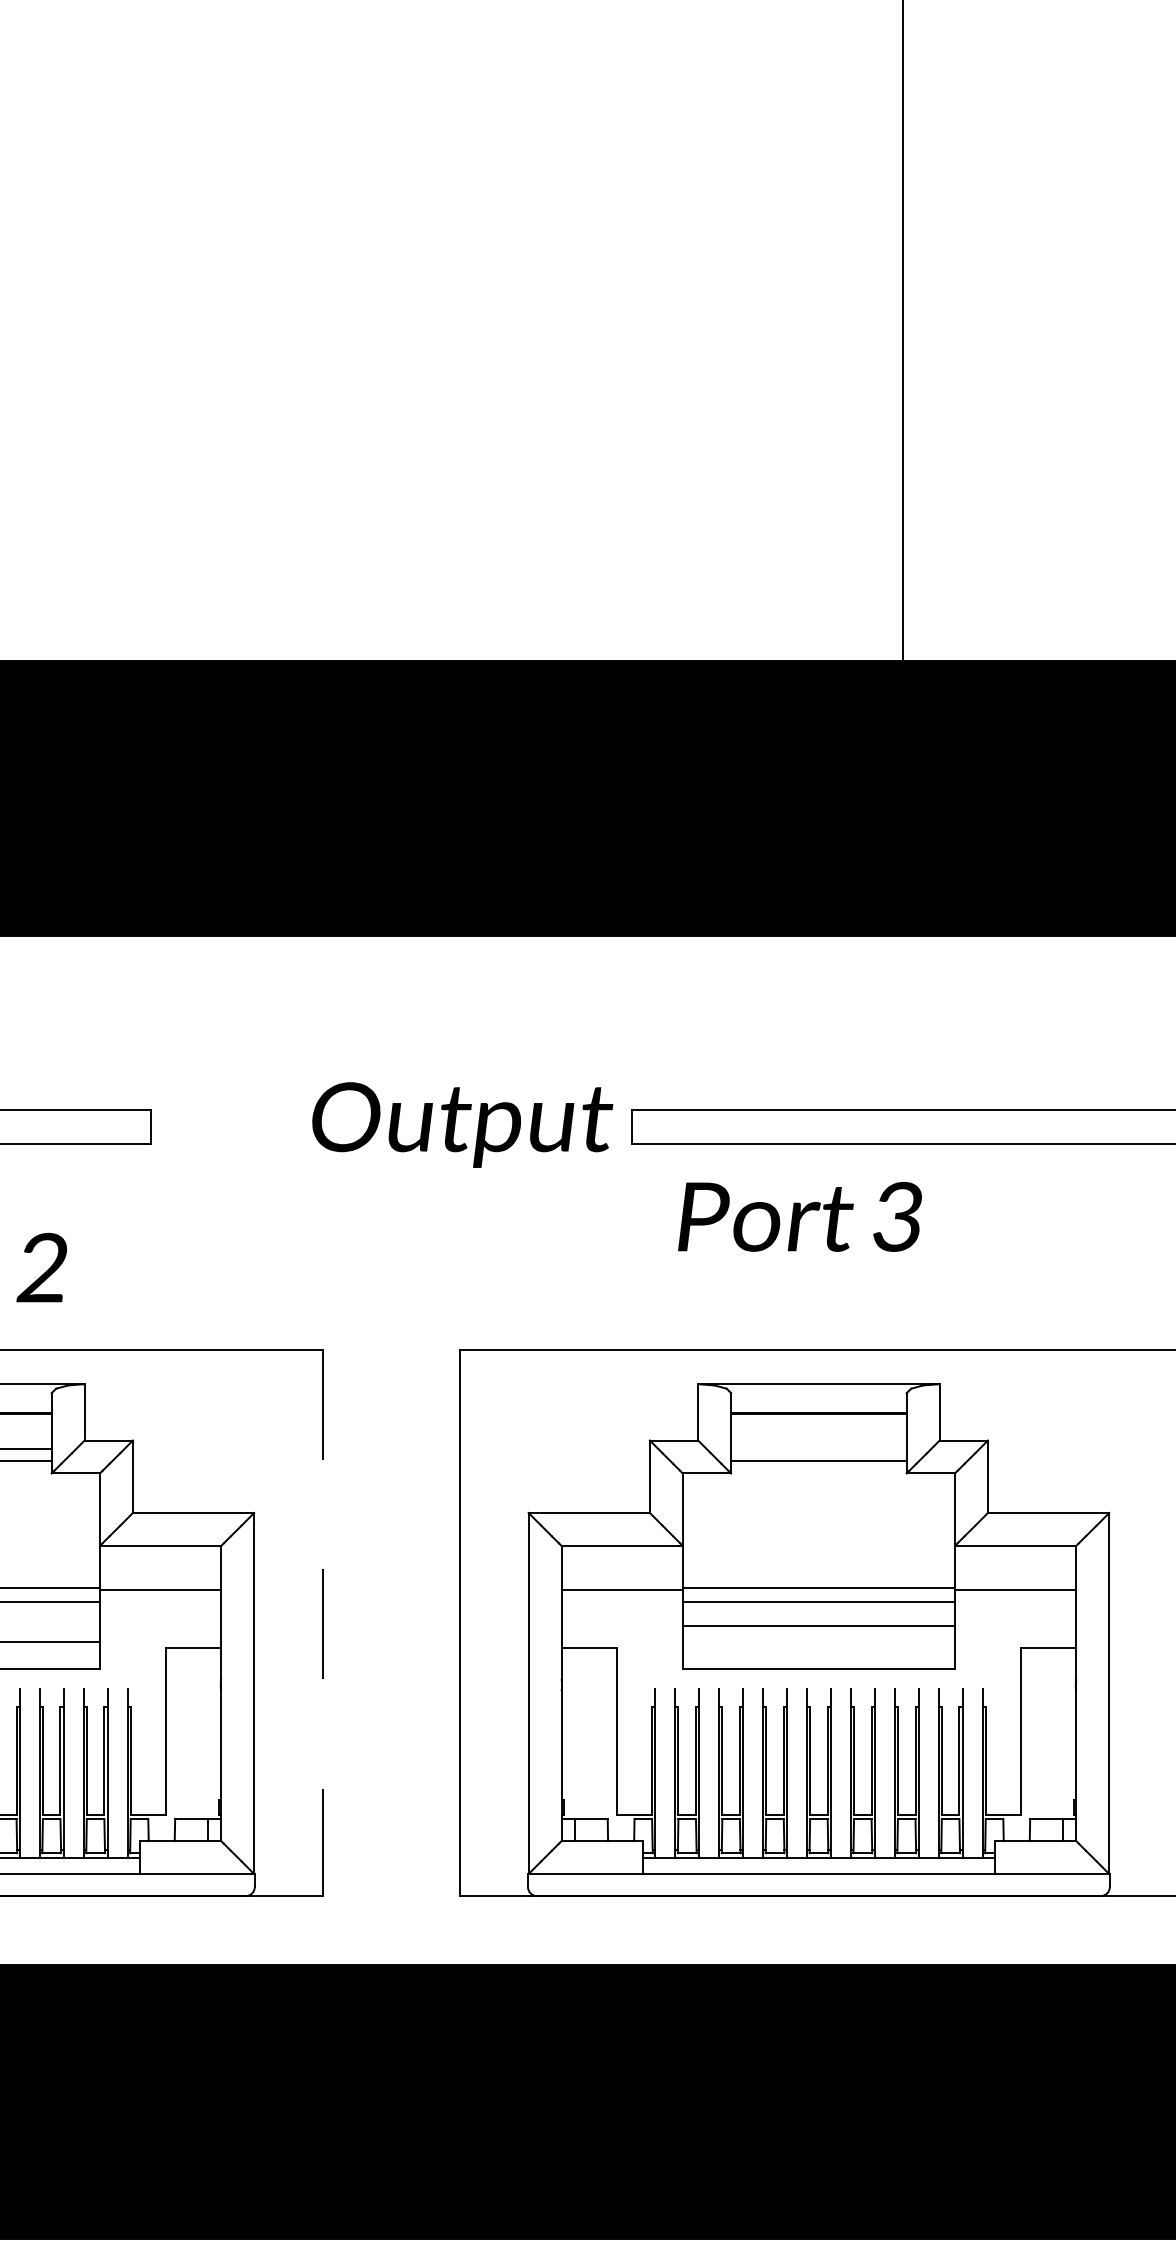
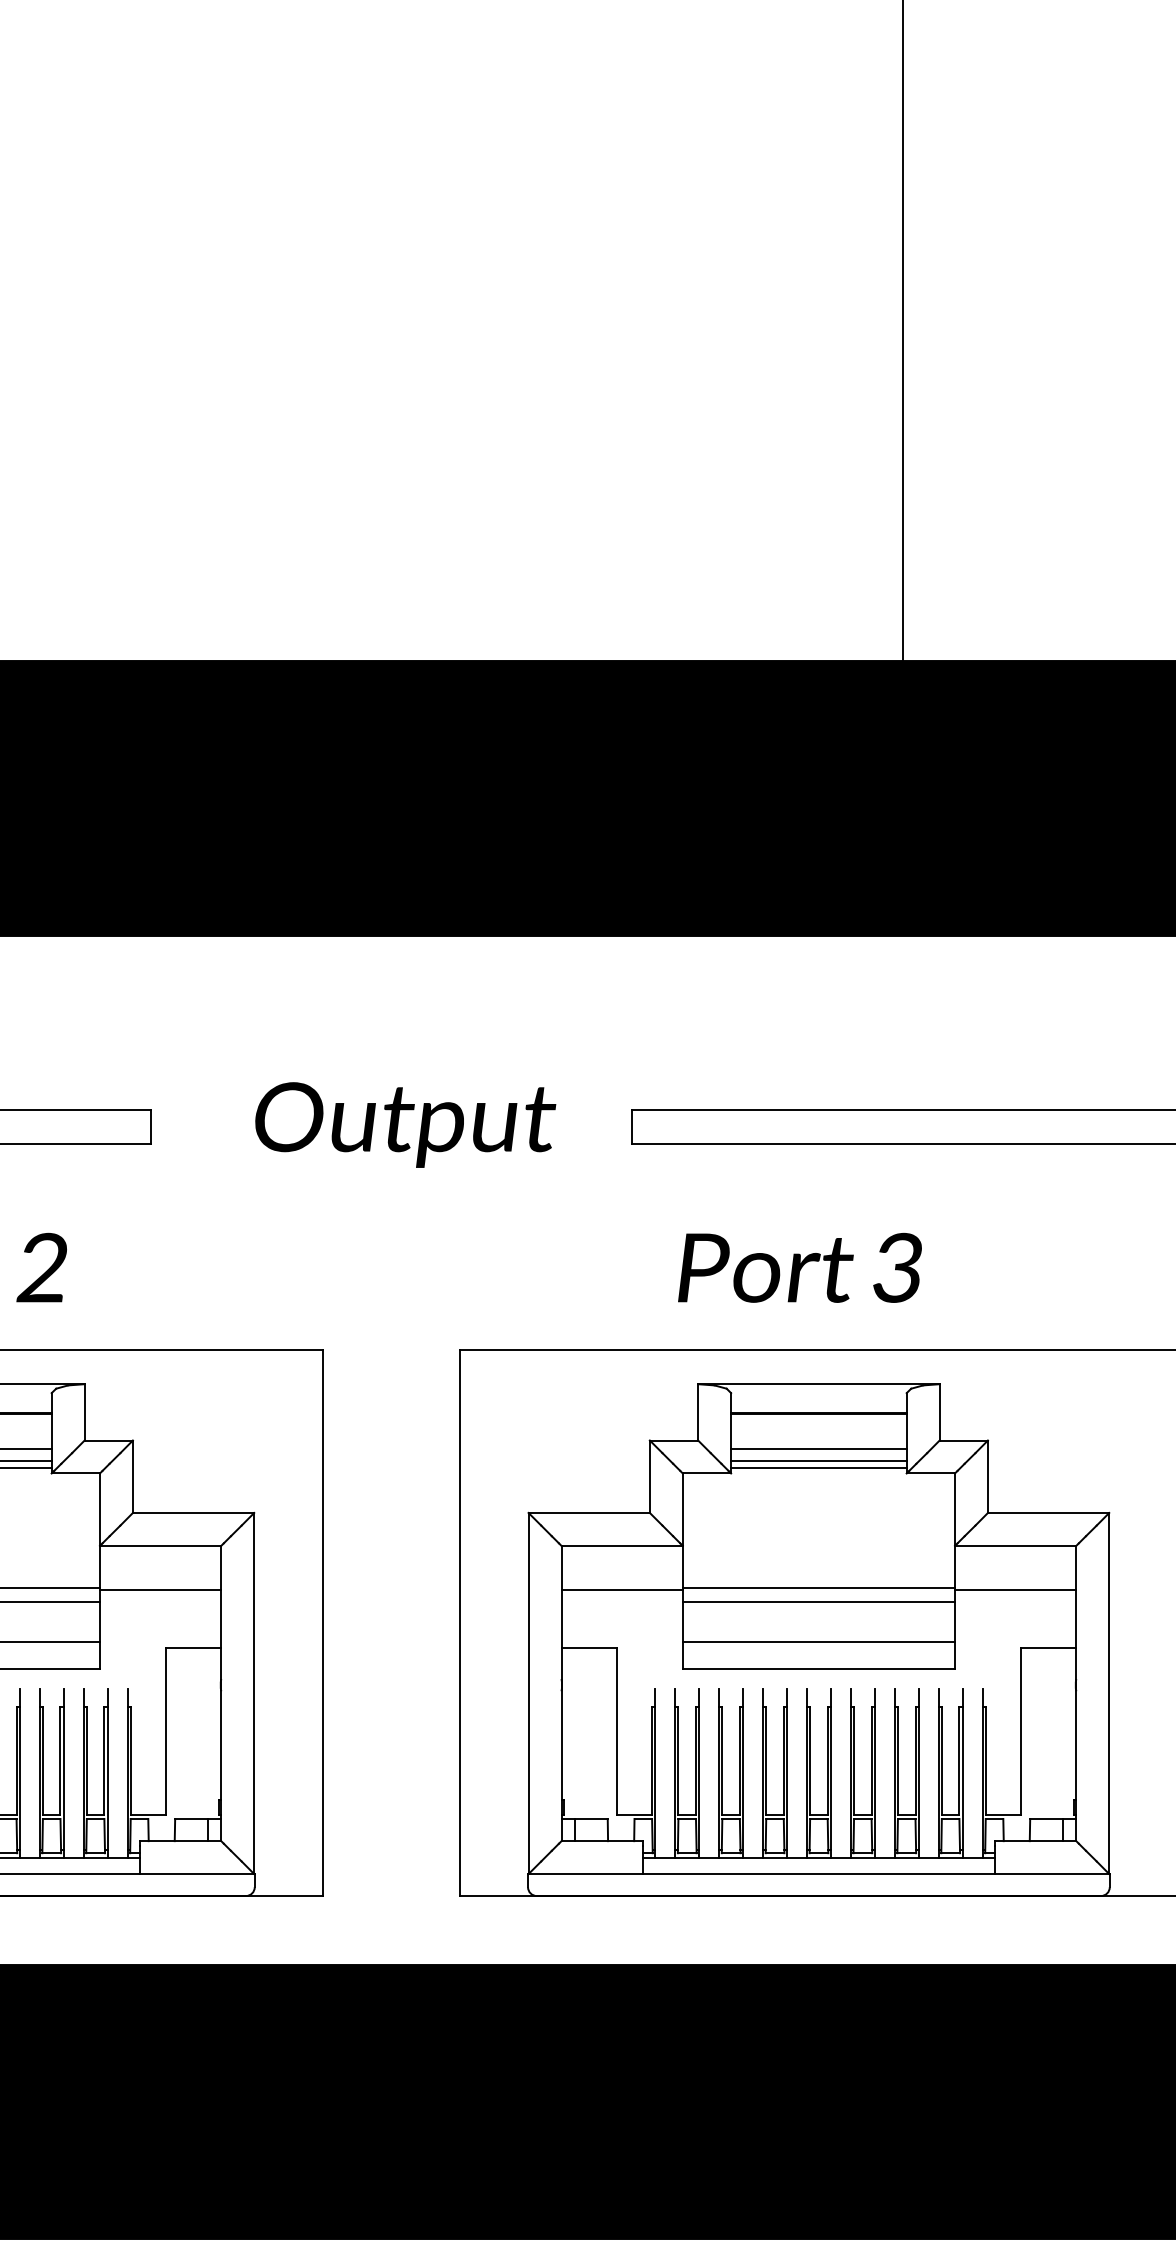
text at (462, 1124) position: (462, 1124) -> (405, 1124)
text at (799, 1216) position: (799, 1216) -> (799, 1267)
line at (818, 1448): none -> present
line at (26, 1468): none -> present
line at (818, 1468): none -> present
line at (322, 1623): dashed -> solid
line at (818, 1625) position: (818, 1625) -> (818, 1641)
